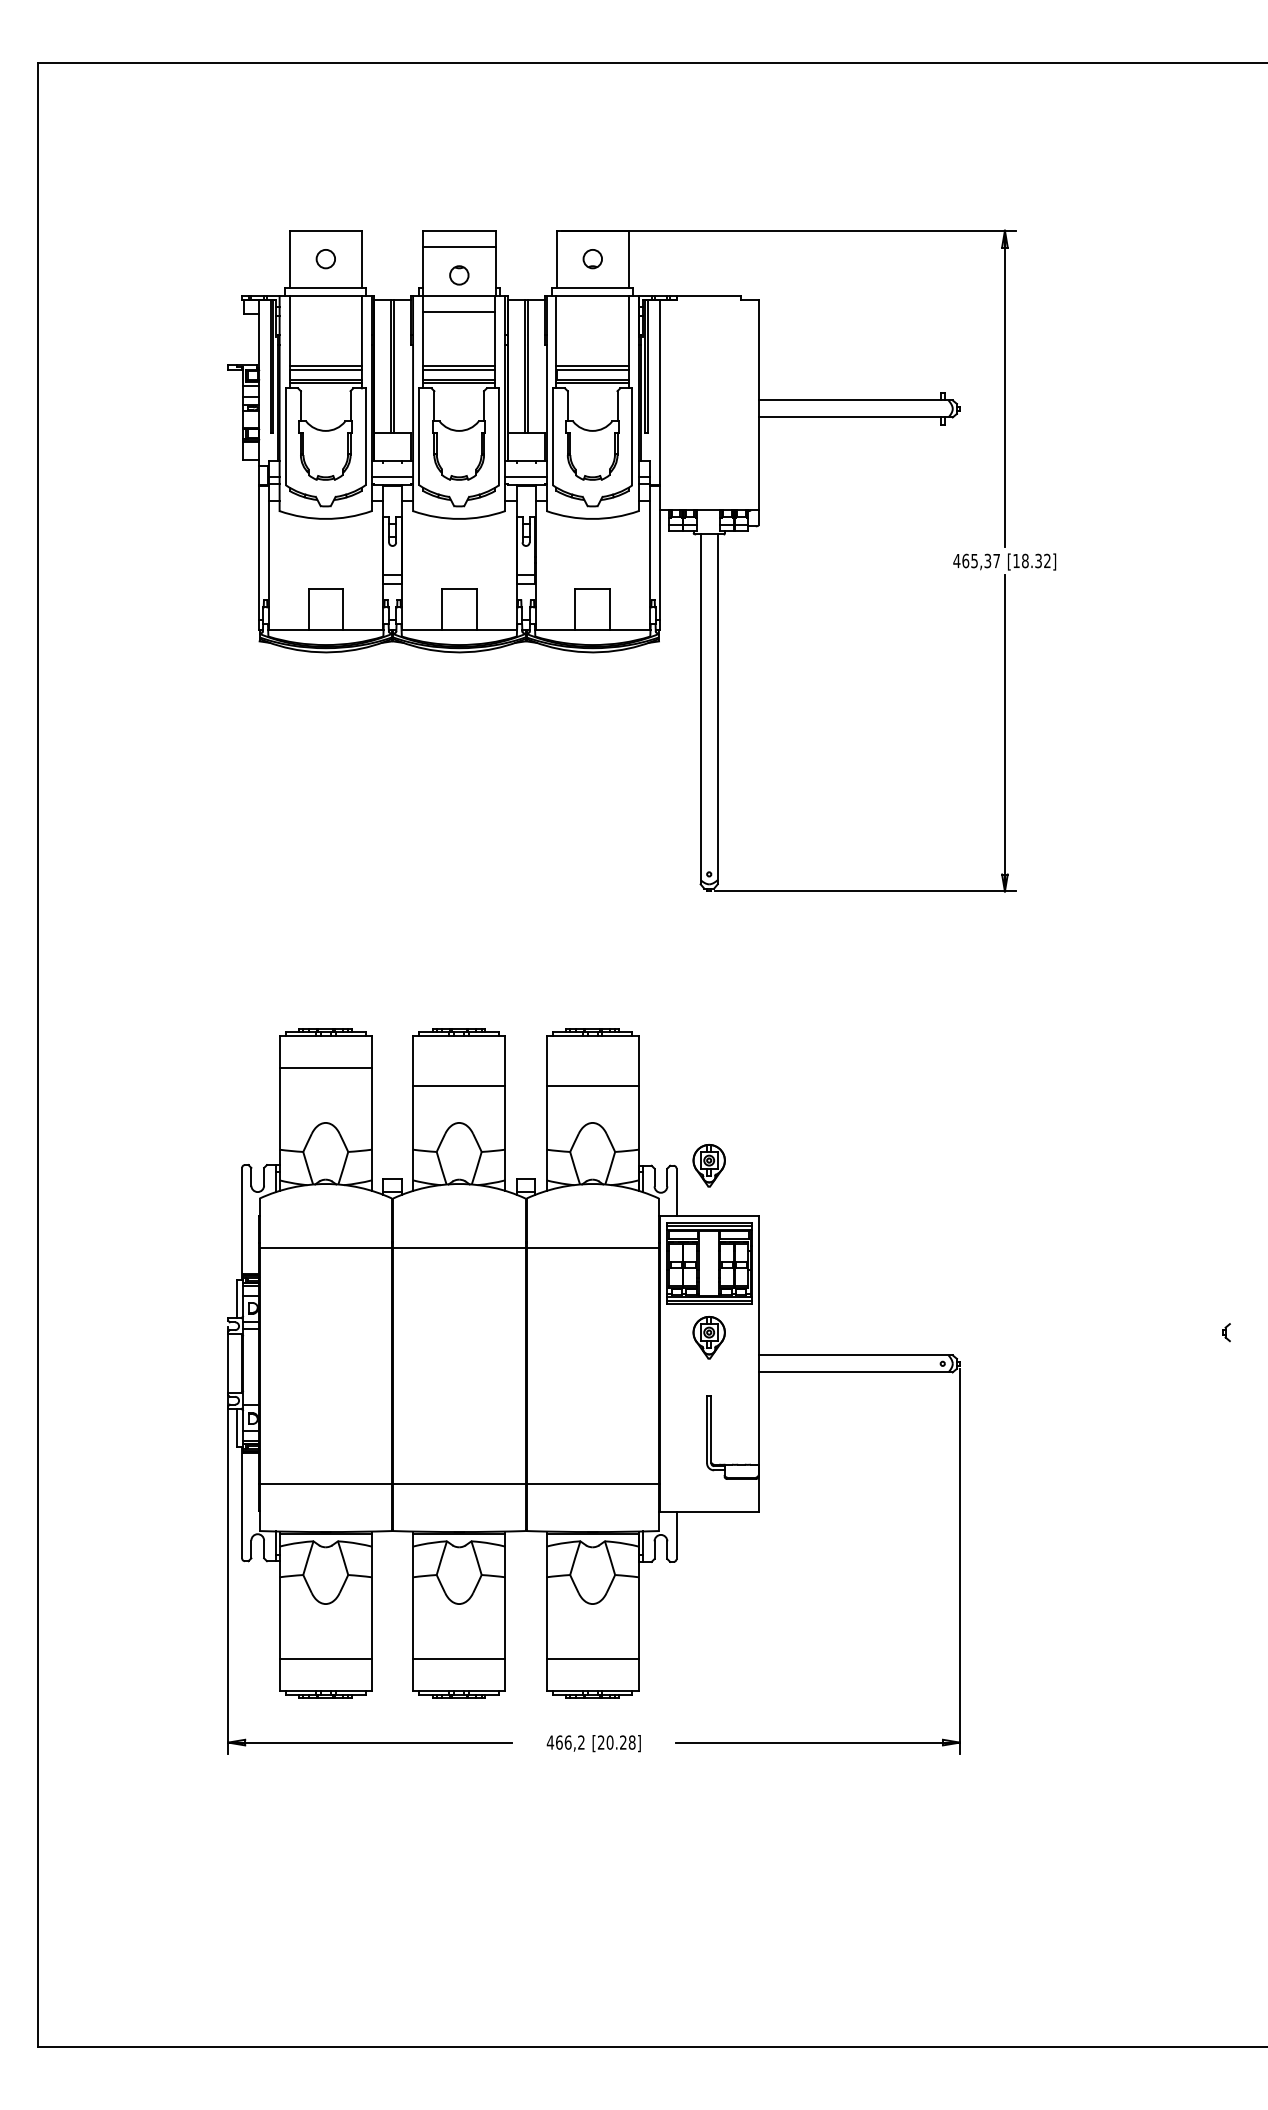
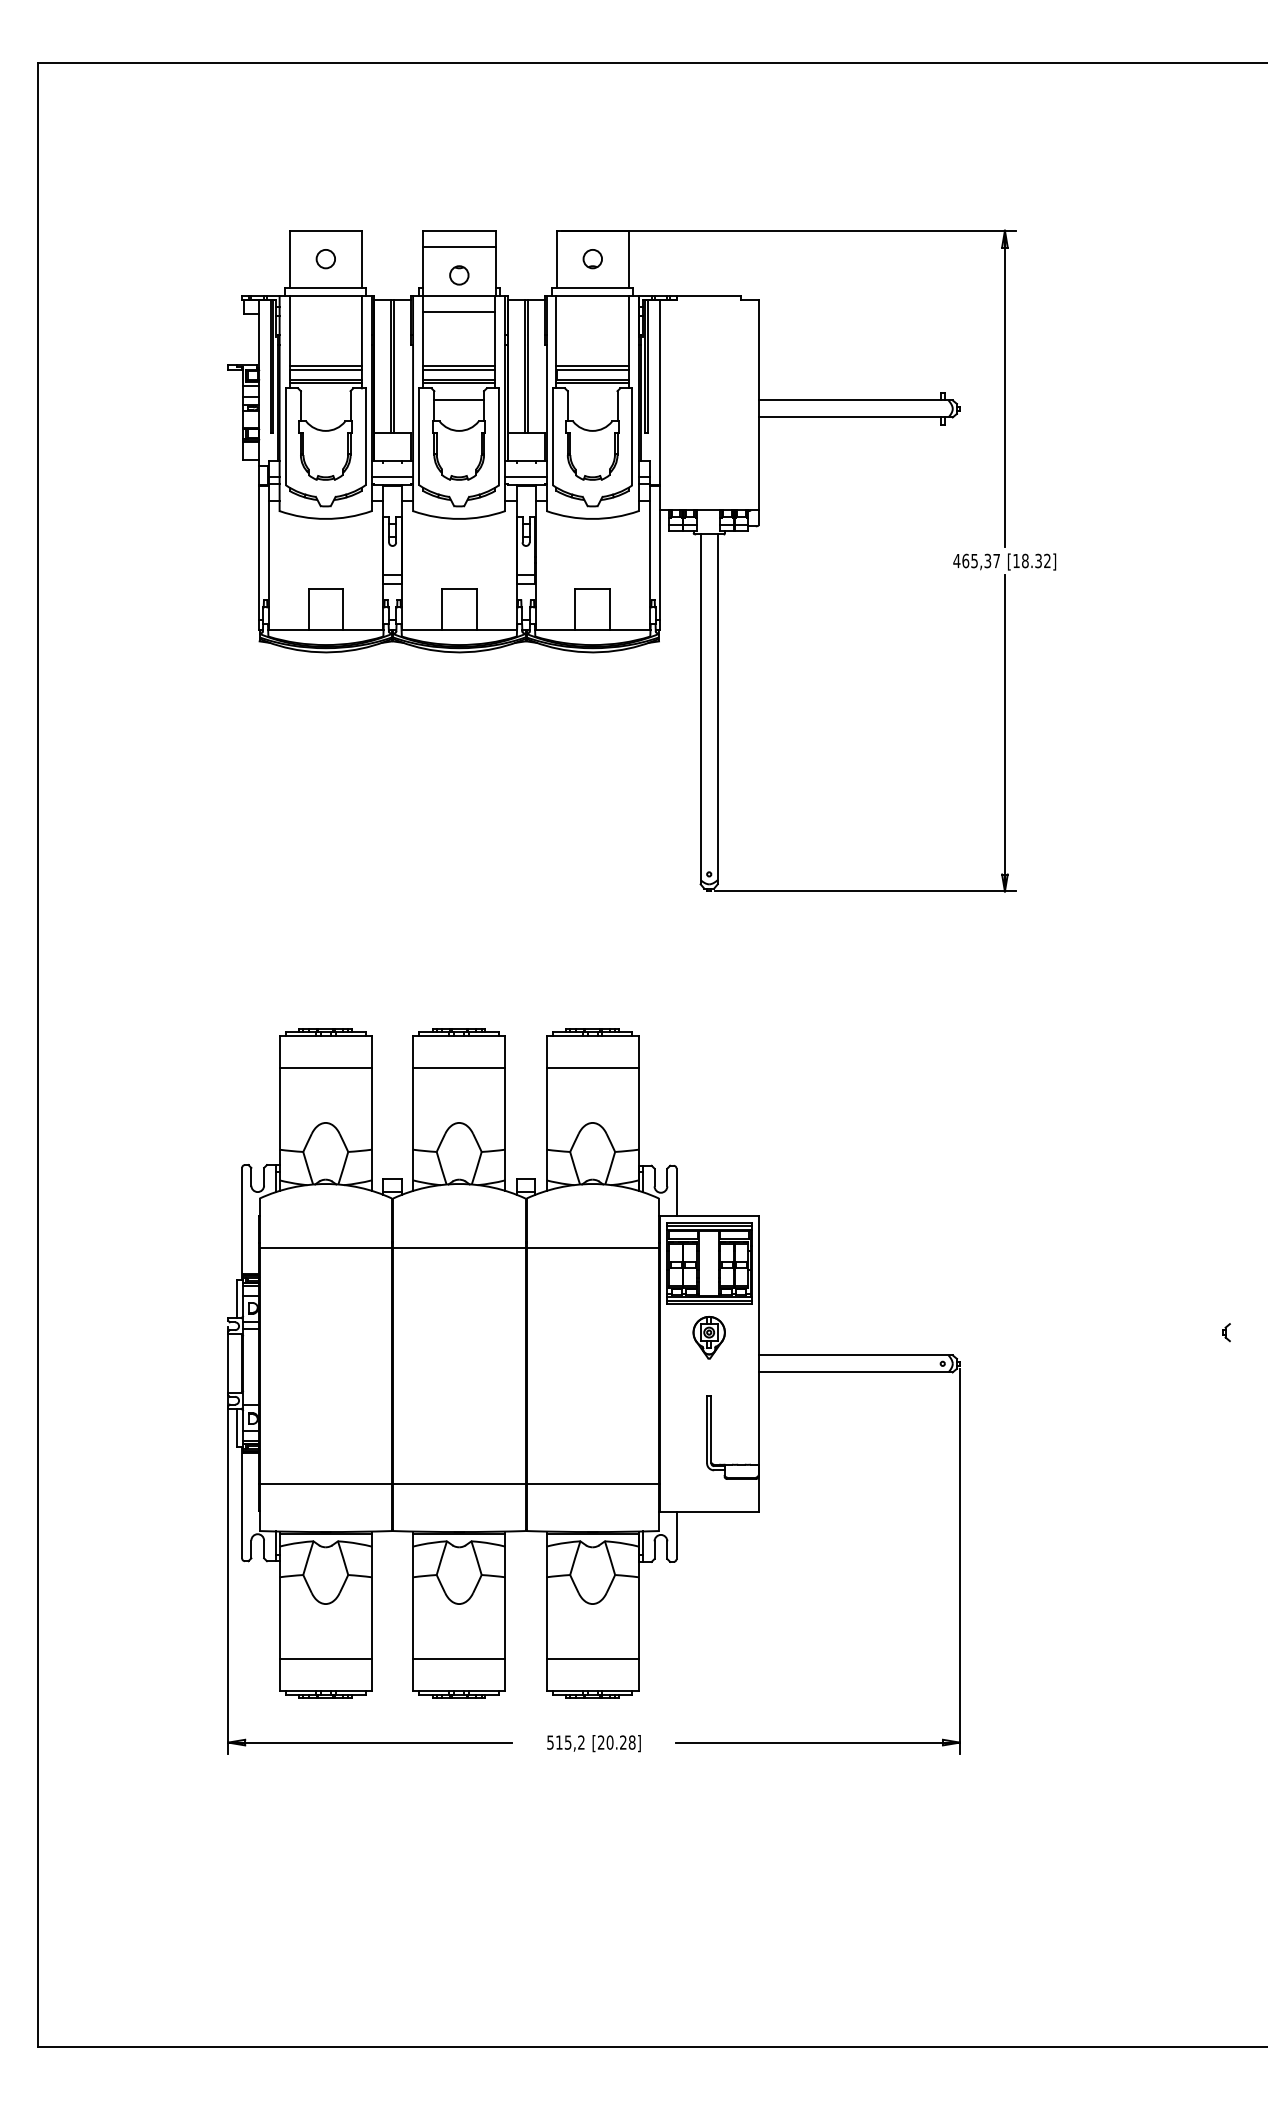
line at (459, 399): none -> present
line at (459, 1086) position: (459, 1086) -> (459, 1068)
line at (592, 1086) position: (592, 1086) -> (592, 1068)
part at (708, 1165): present -> none
text at (558, 1742): 466,2 -> 515,2
